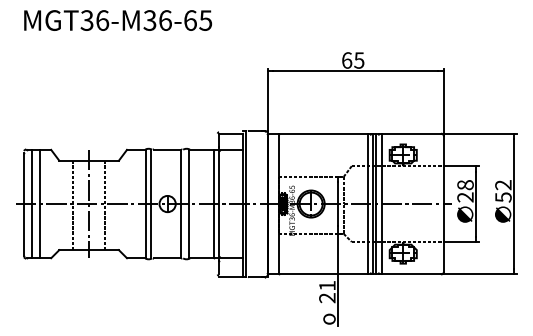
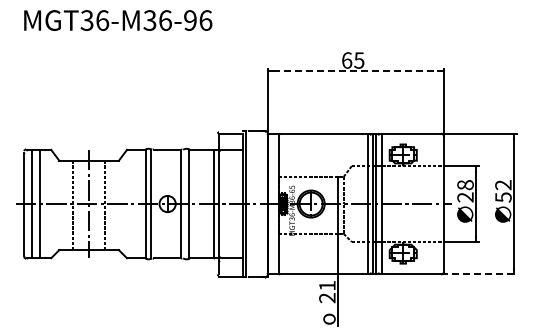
text at (198, 20): MGT36-M36-65 -> MGT36-M36-96
line at (355, 71): solid -> dashed
line at (479, 274): solid -> dashed
